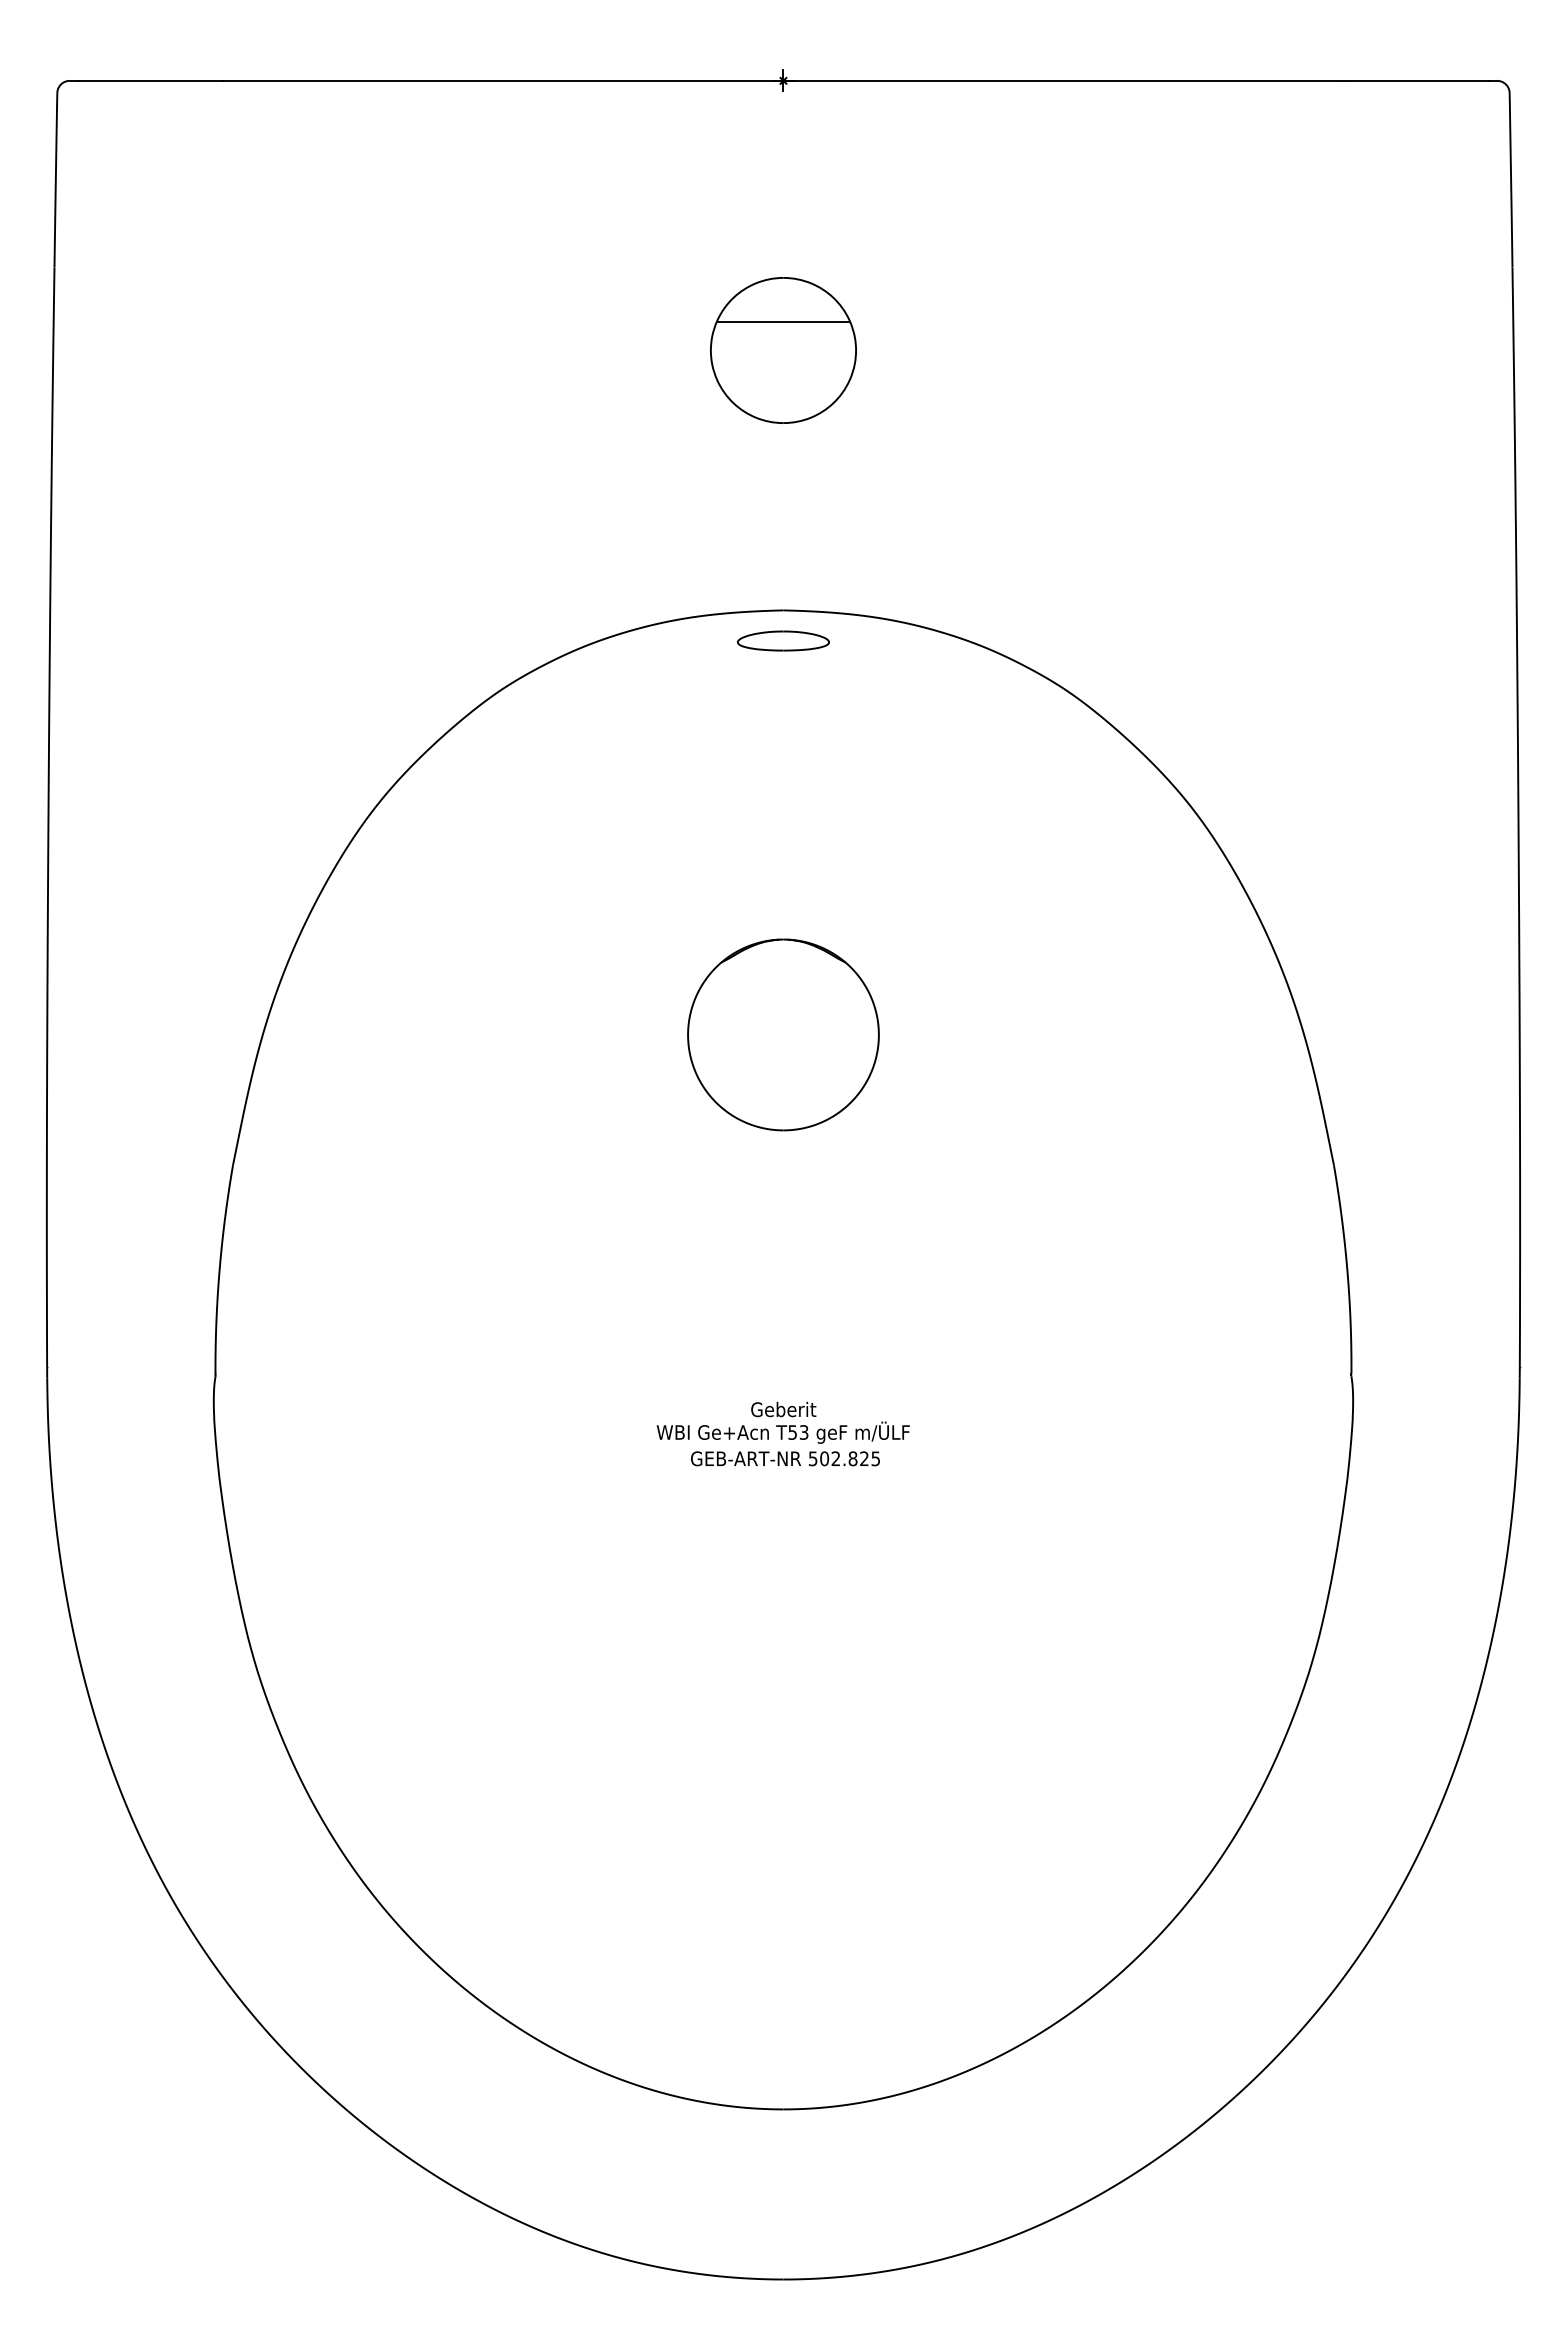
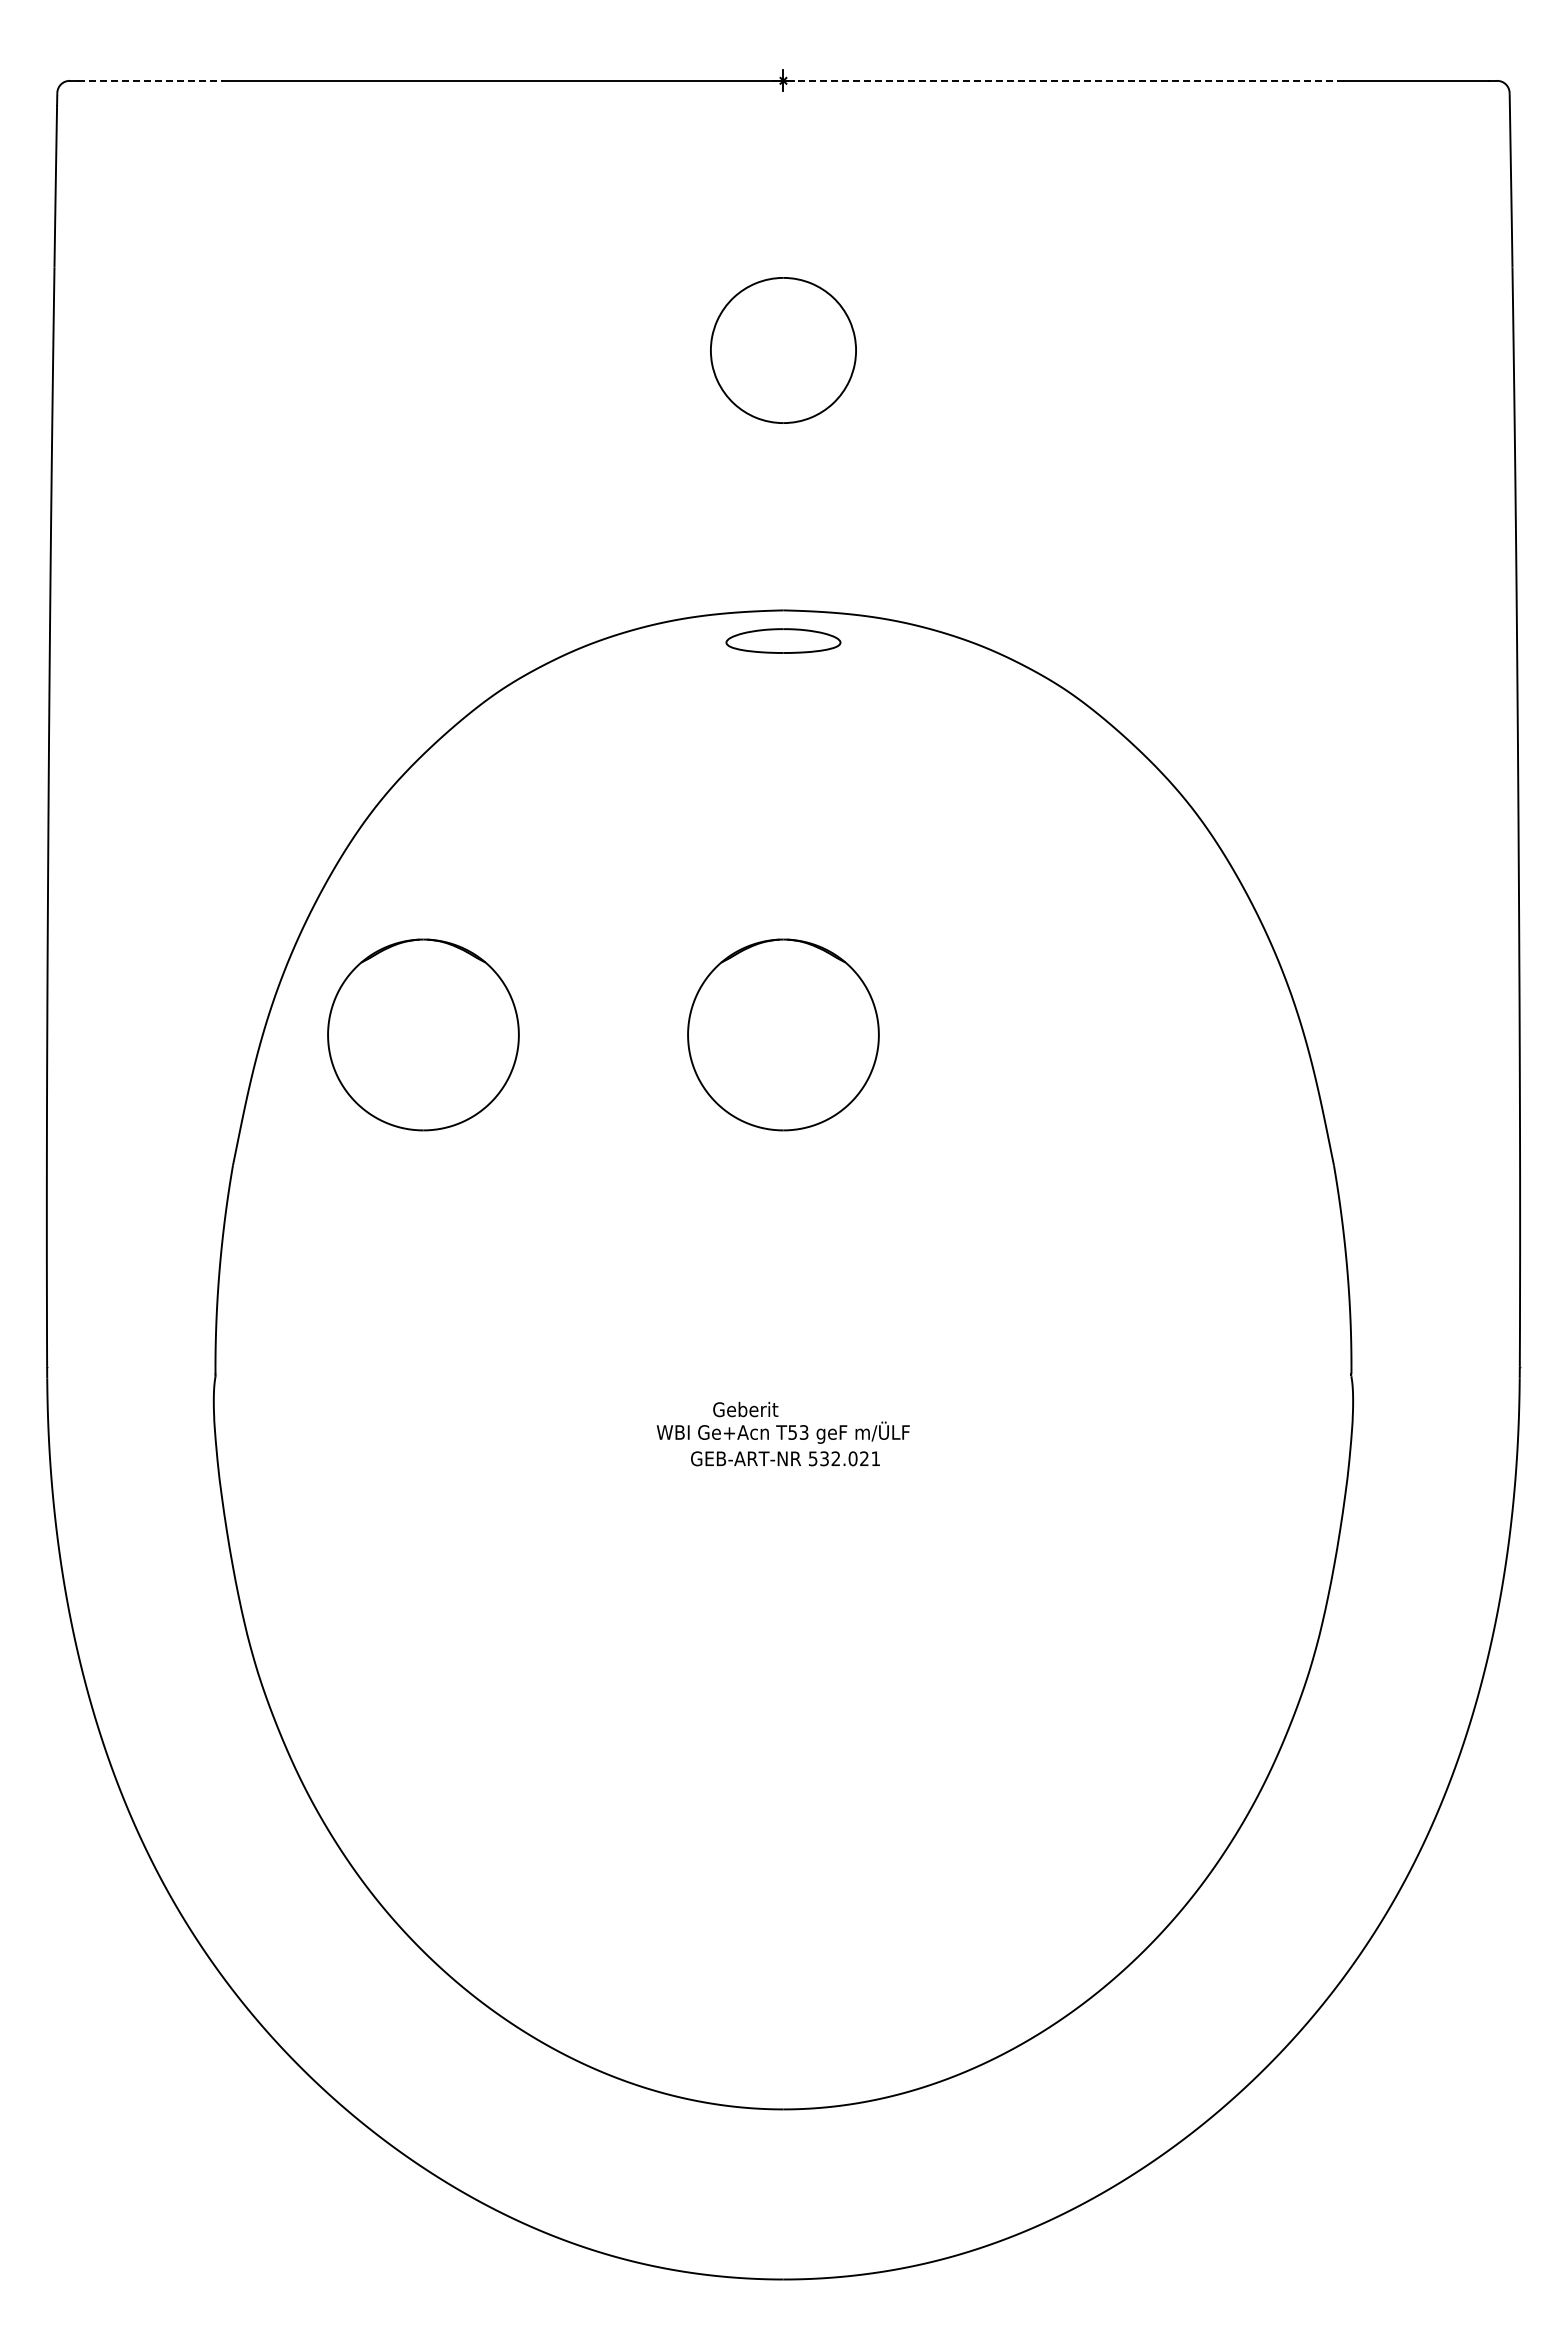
line at (150, 80): solid -> dashed
line at (1063, 80): solid -> dashed
line at (783, 321): present -> none
part at (783, 640) size: 93x22 px -> 117x26 px
part at (423, 1034): none -> present
text at (783, 1409) position: (783, 1409) -> (745, 1409)
text at (849, 1458): 502.825 -> 532.021
